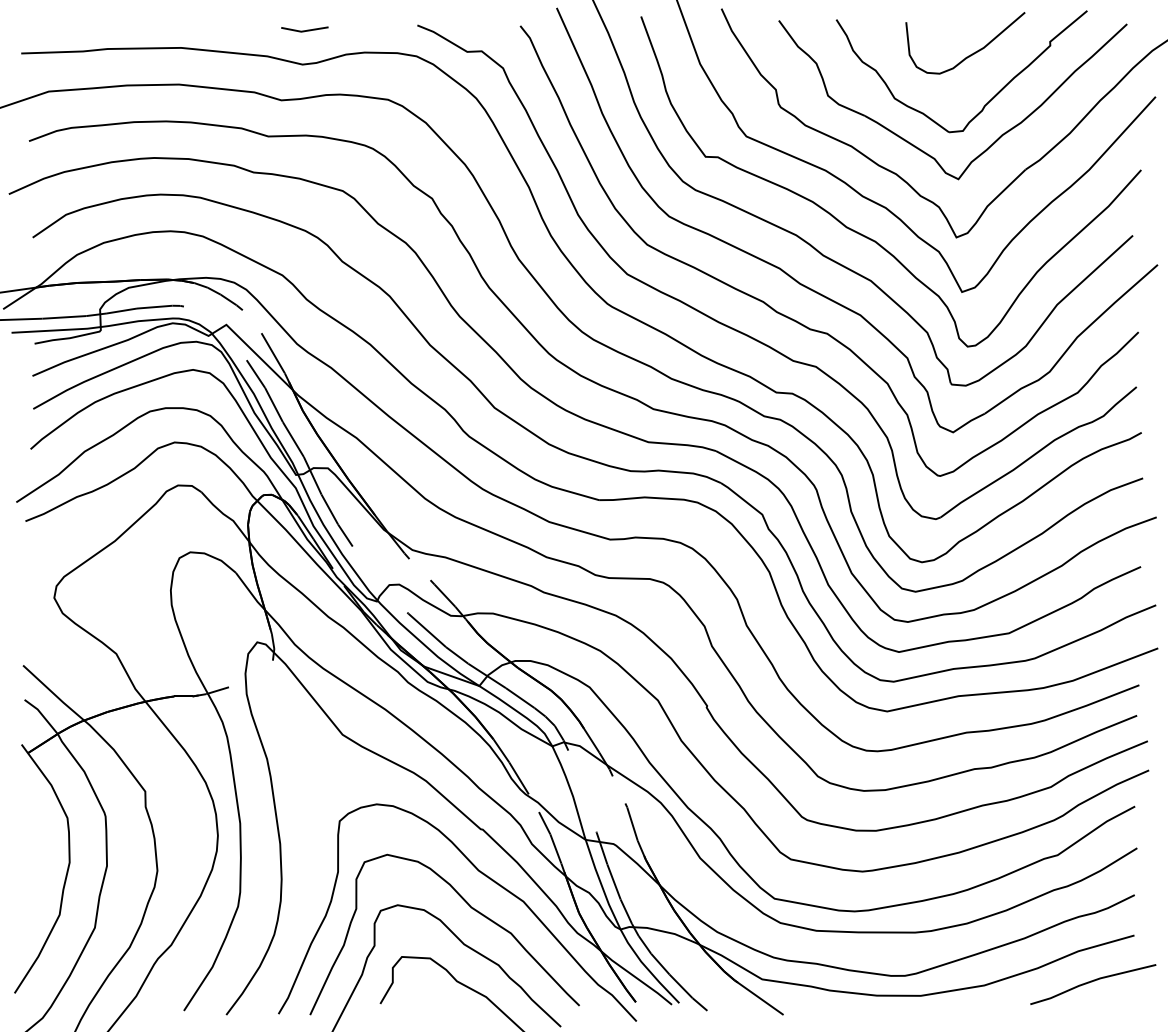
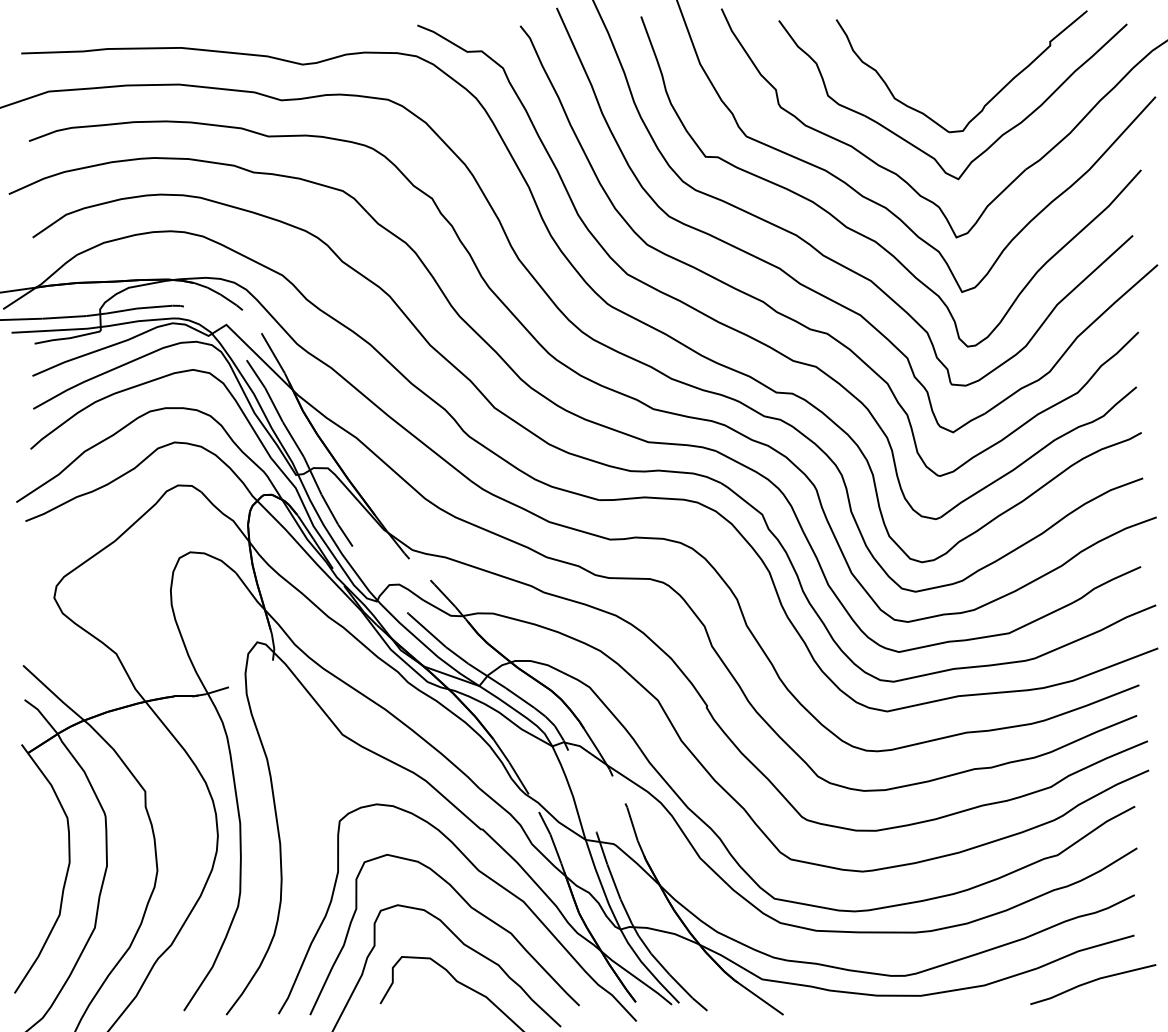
line at (304, 30): present -> none
curve at (973, 52): present -> none
